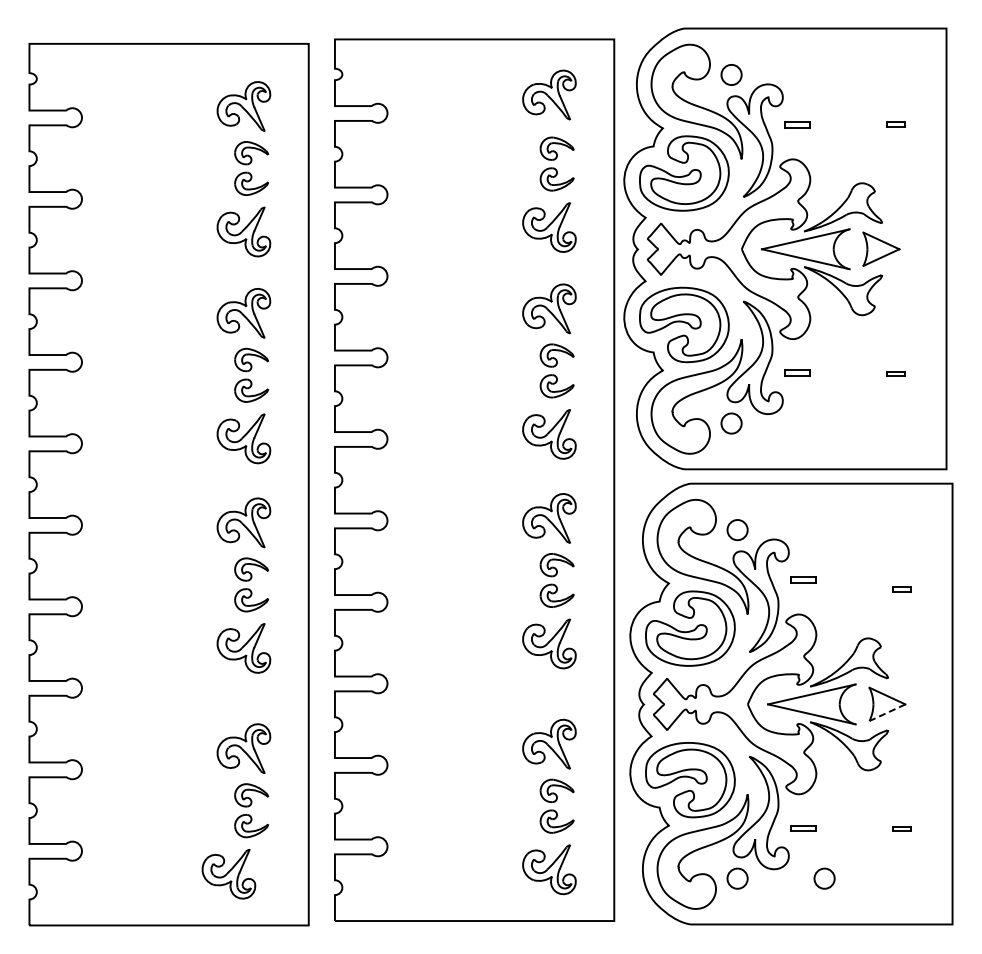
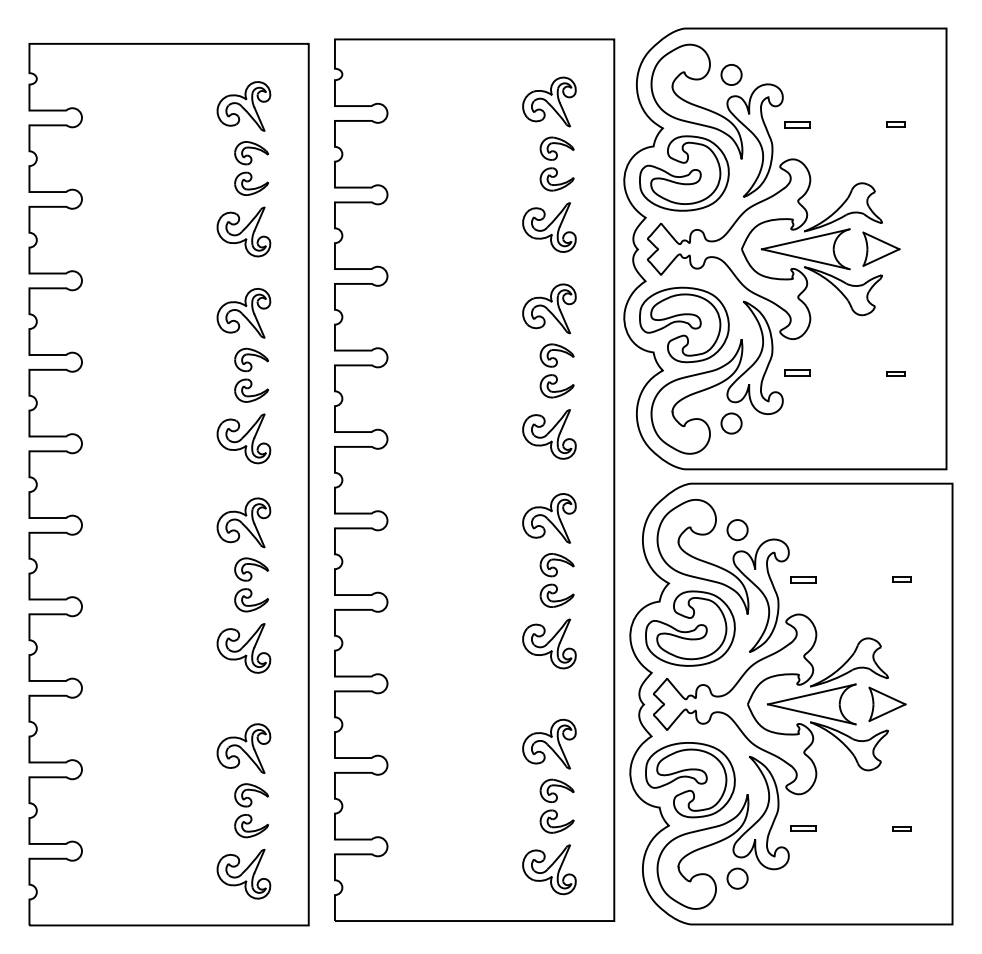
part at (549, 94) position: (549, 94) -> (549, 101)
part at (901, 589) position: (901, 589) -> (901, 579)
line at (887, 712): dashed -> solid
part at (228, 873) position: (228, 873) -> (243, 873)
circle at (824, 878): present -> none
